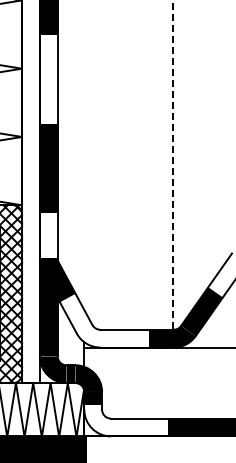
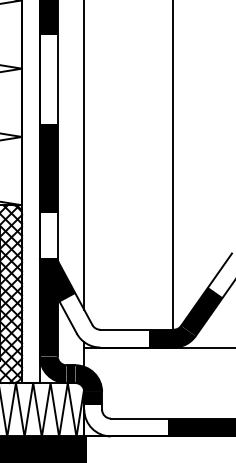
line at (84, 156): none -> present
line at (173, 164): dashed -> solid
